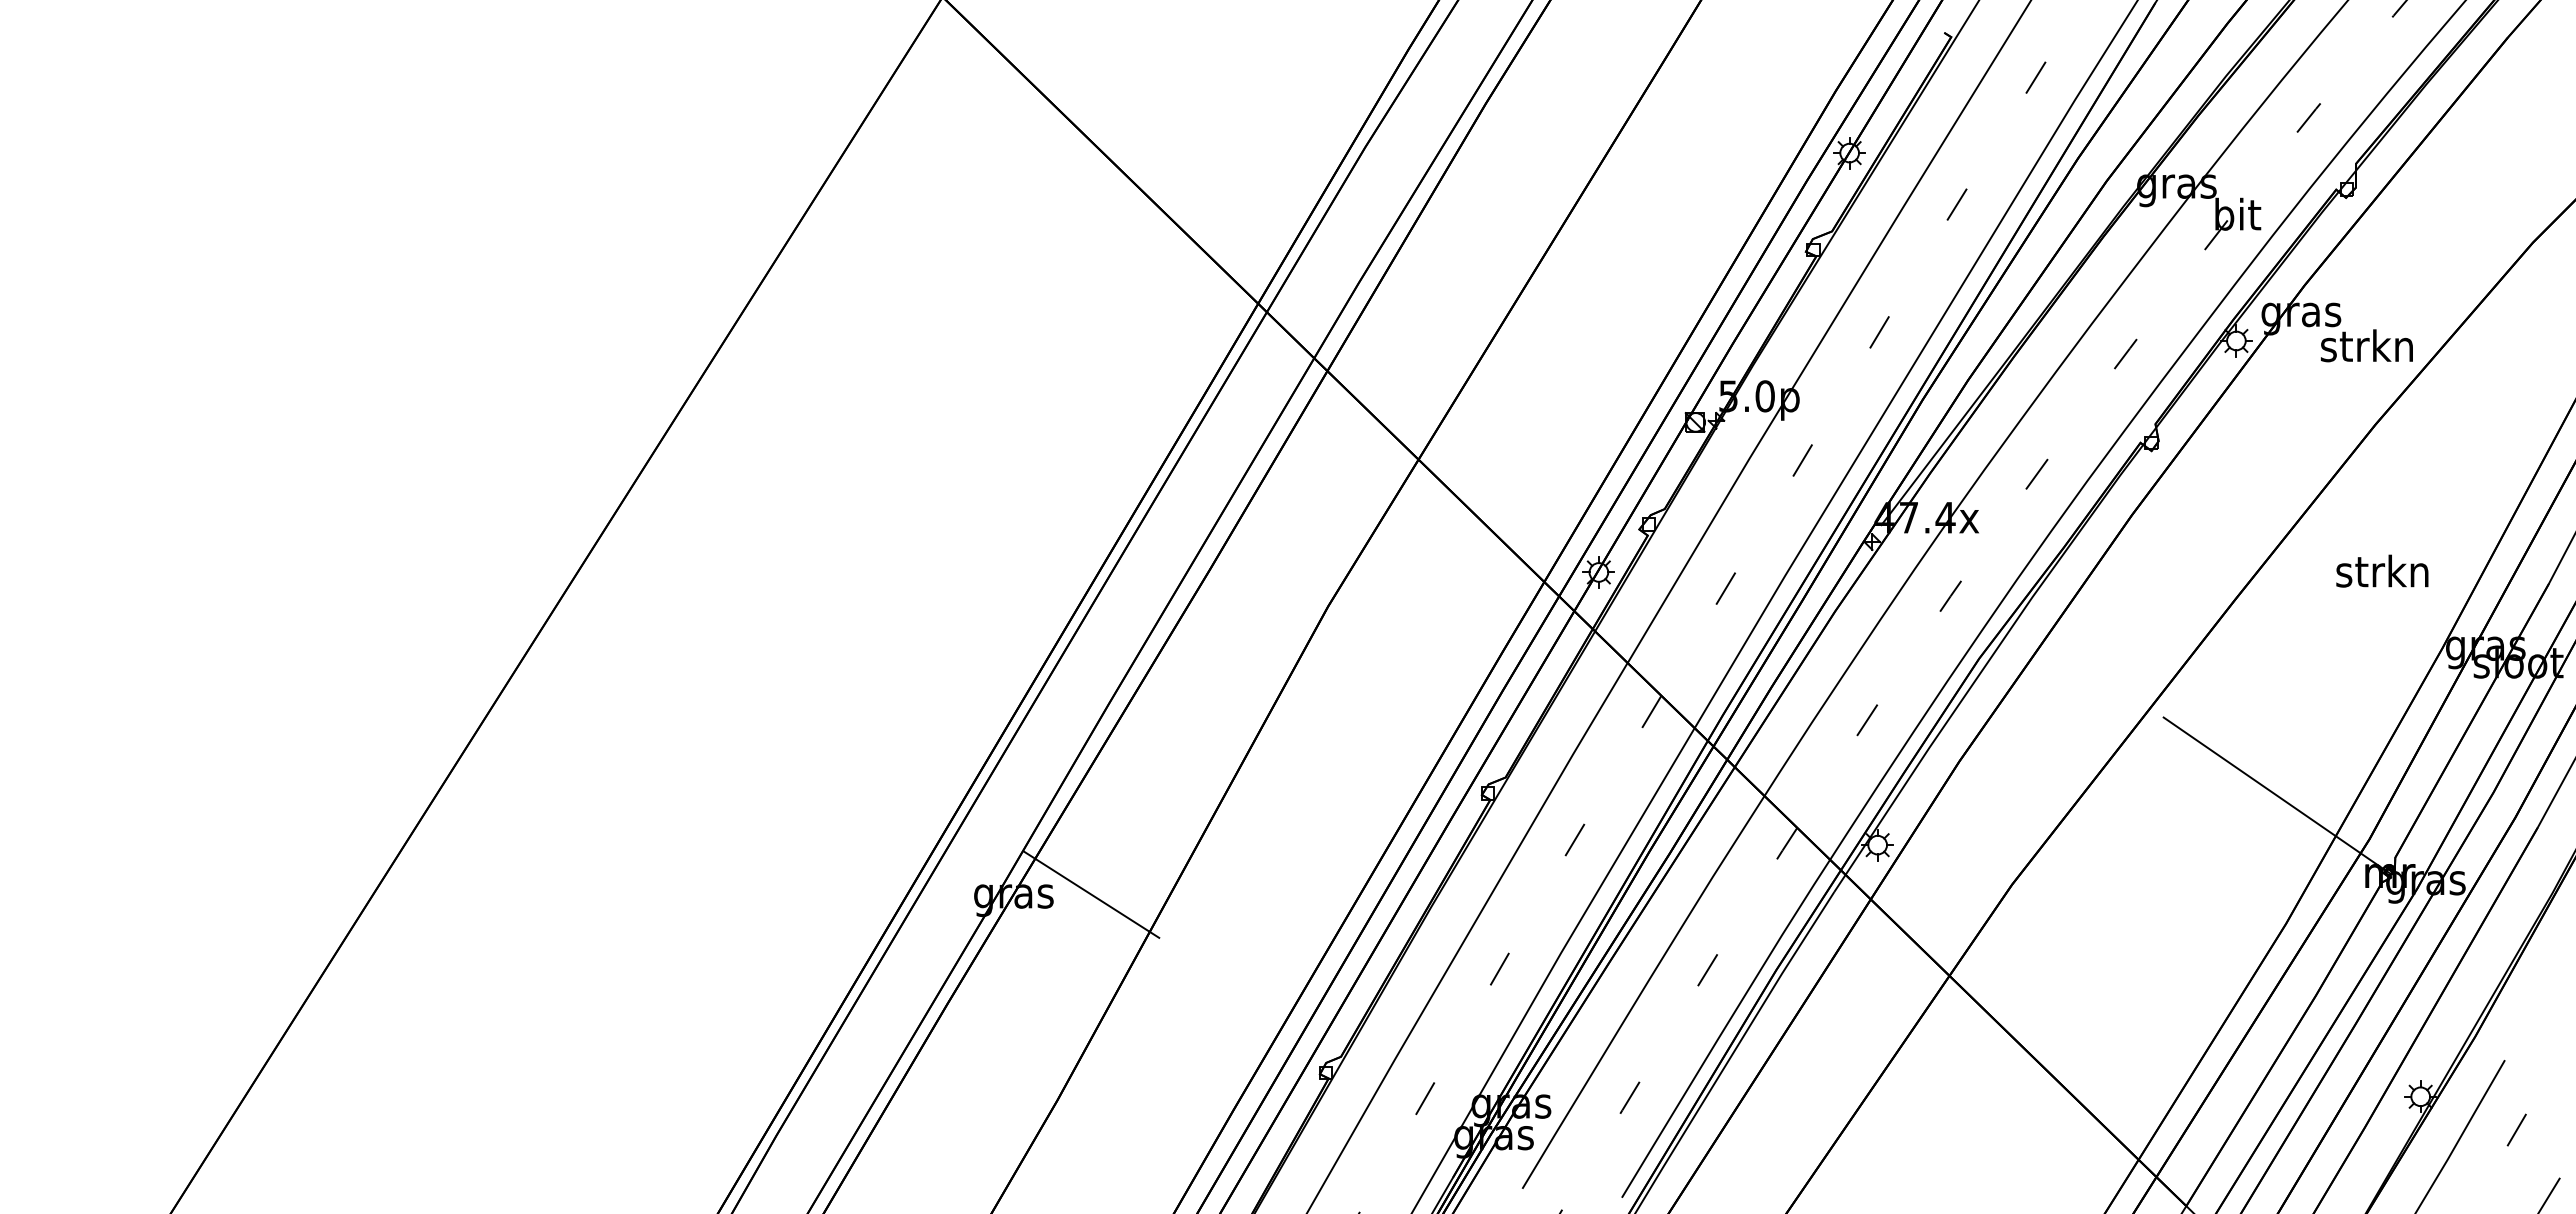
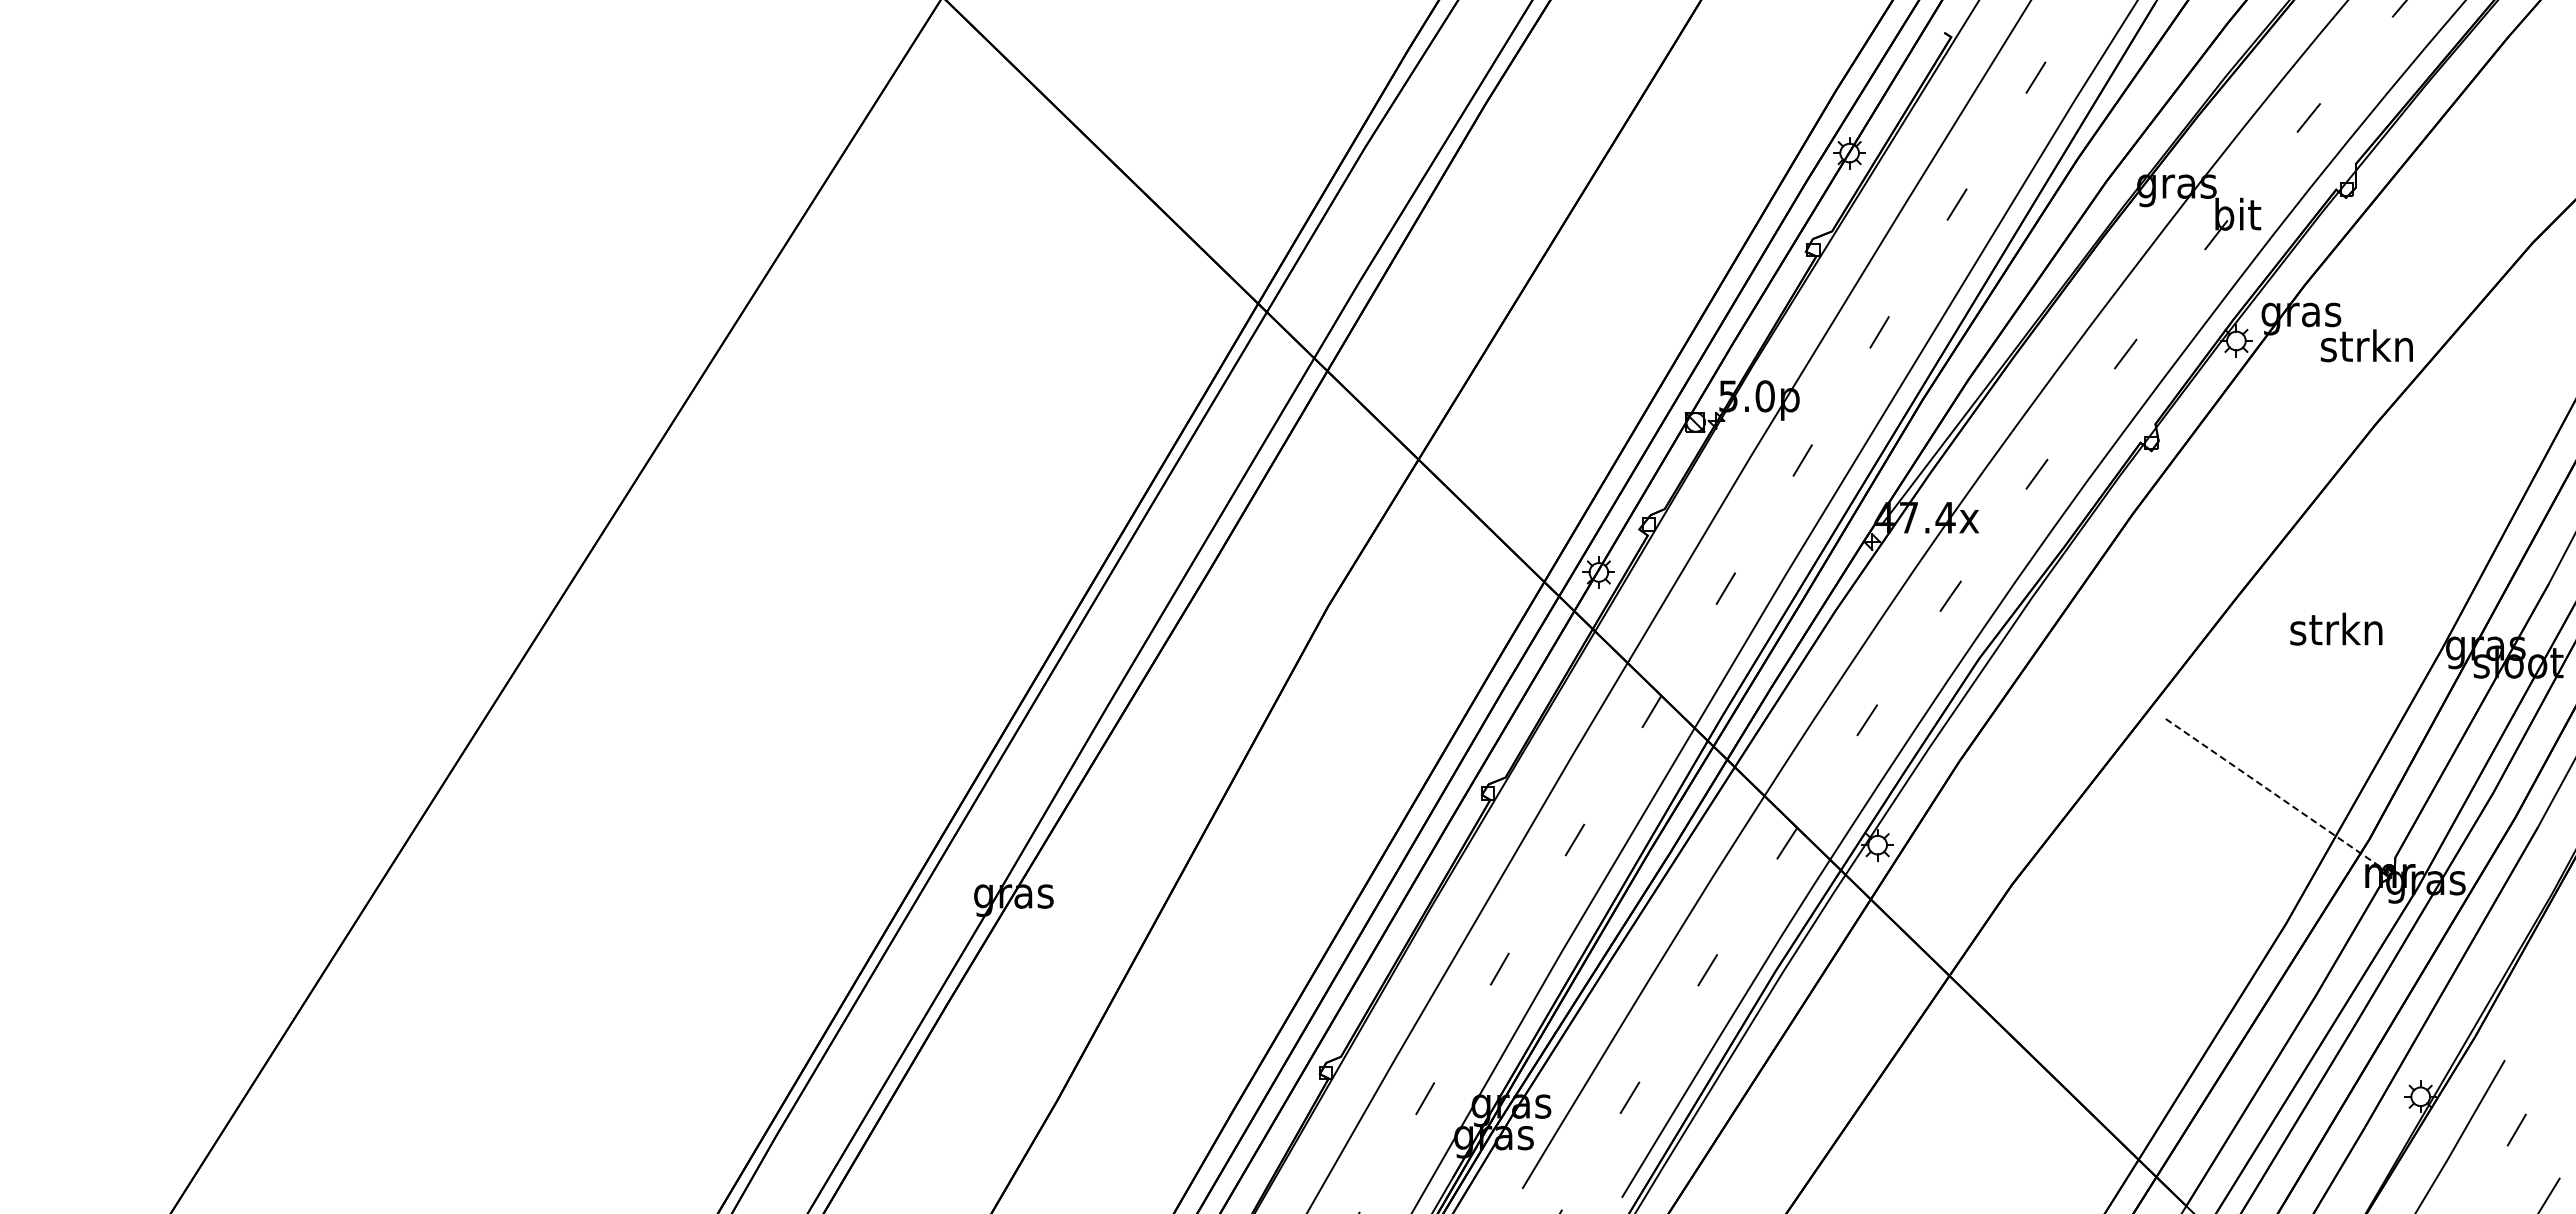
text at (2382, 570) position: (2382, 570) -> (2336, 628)
line at (2276, 795): solid -> dashed
line at (1091, 894): present -> none
